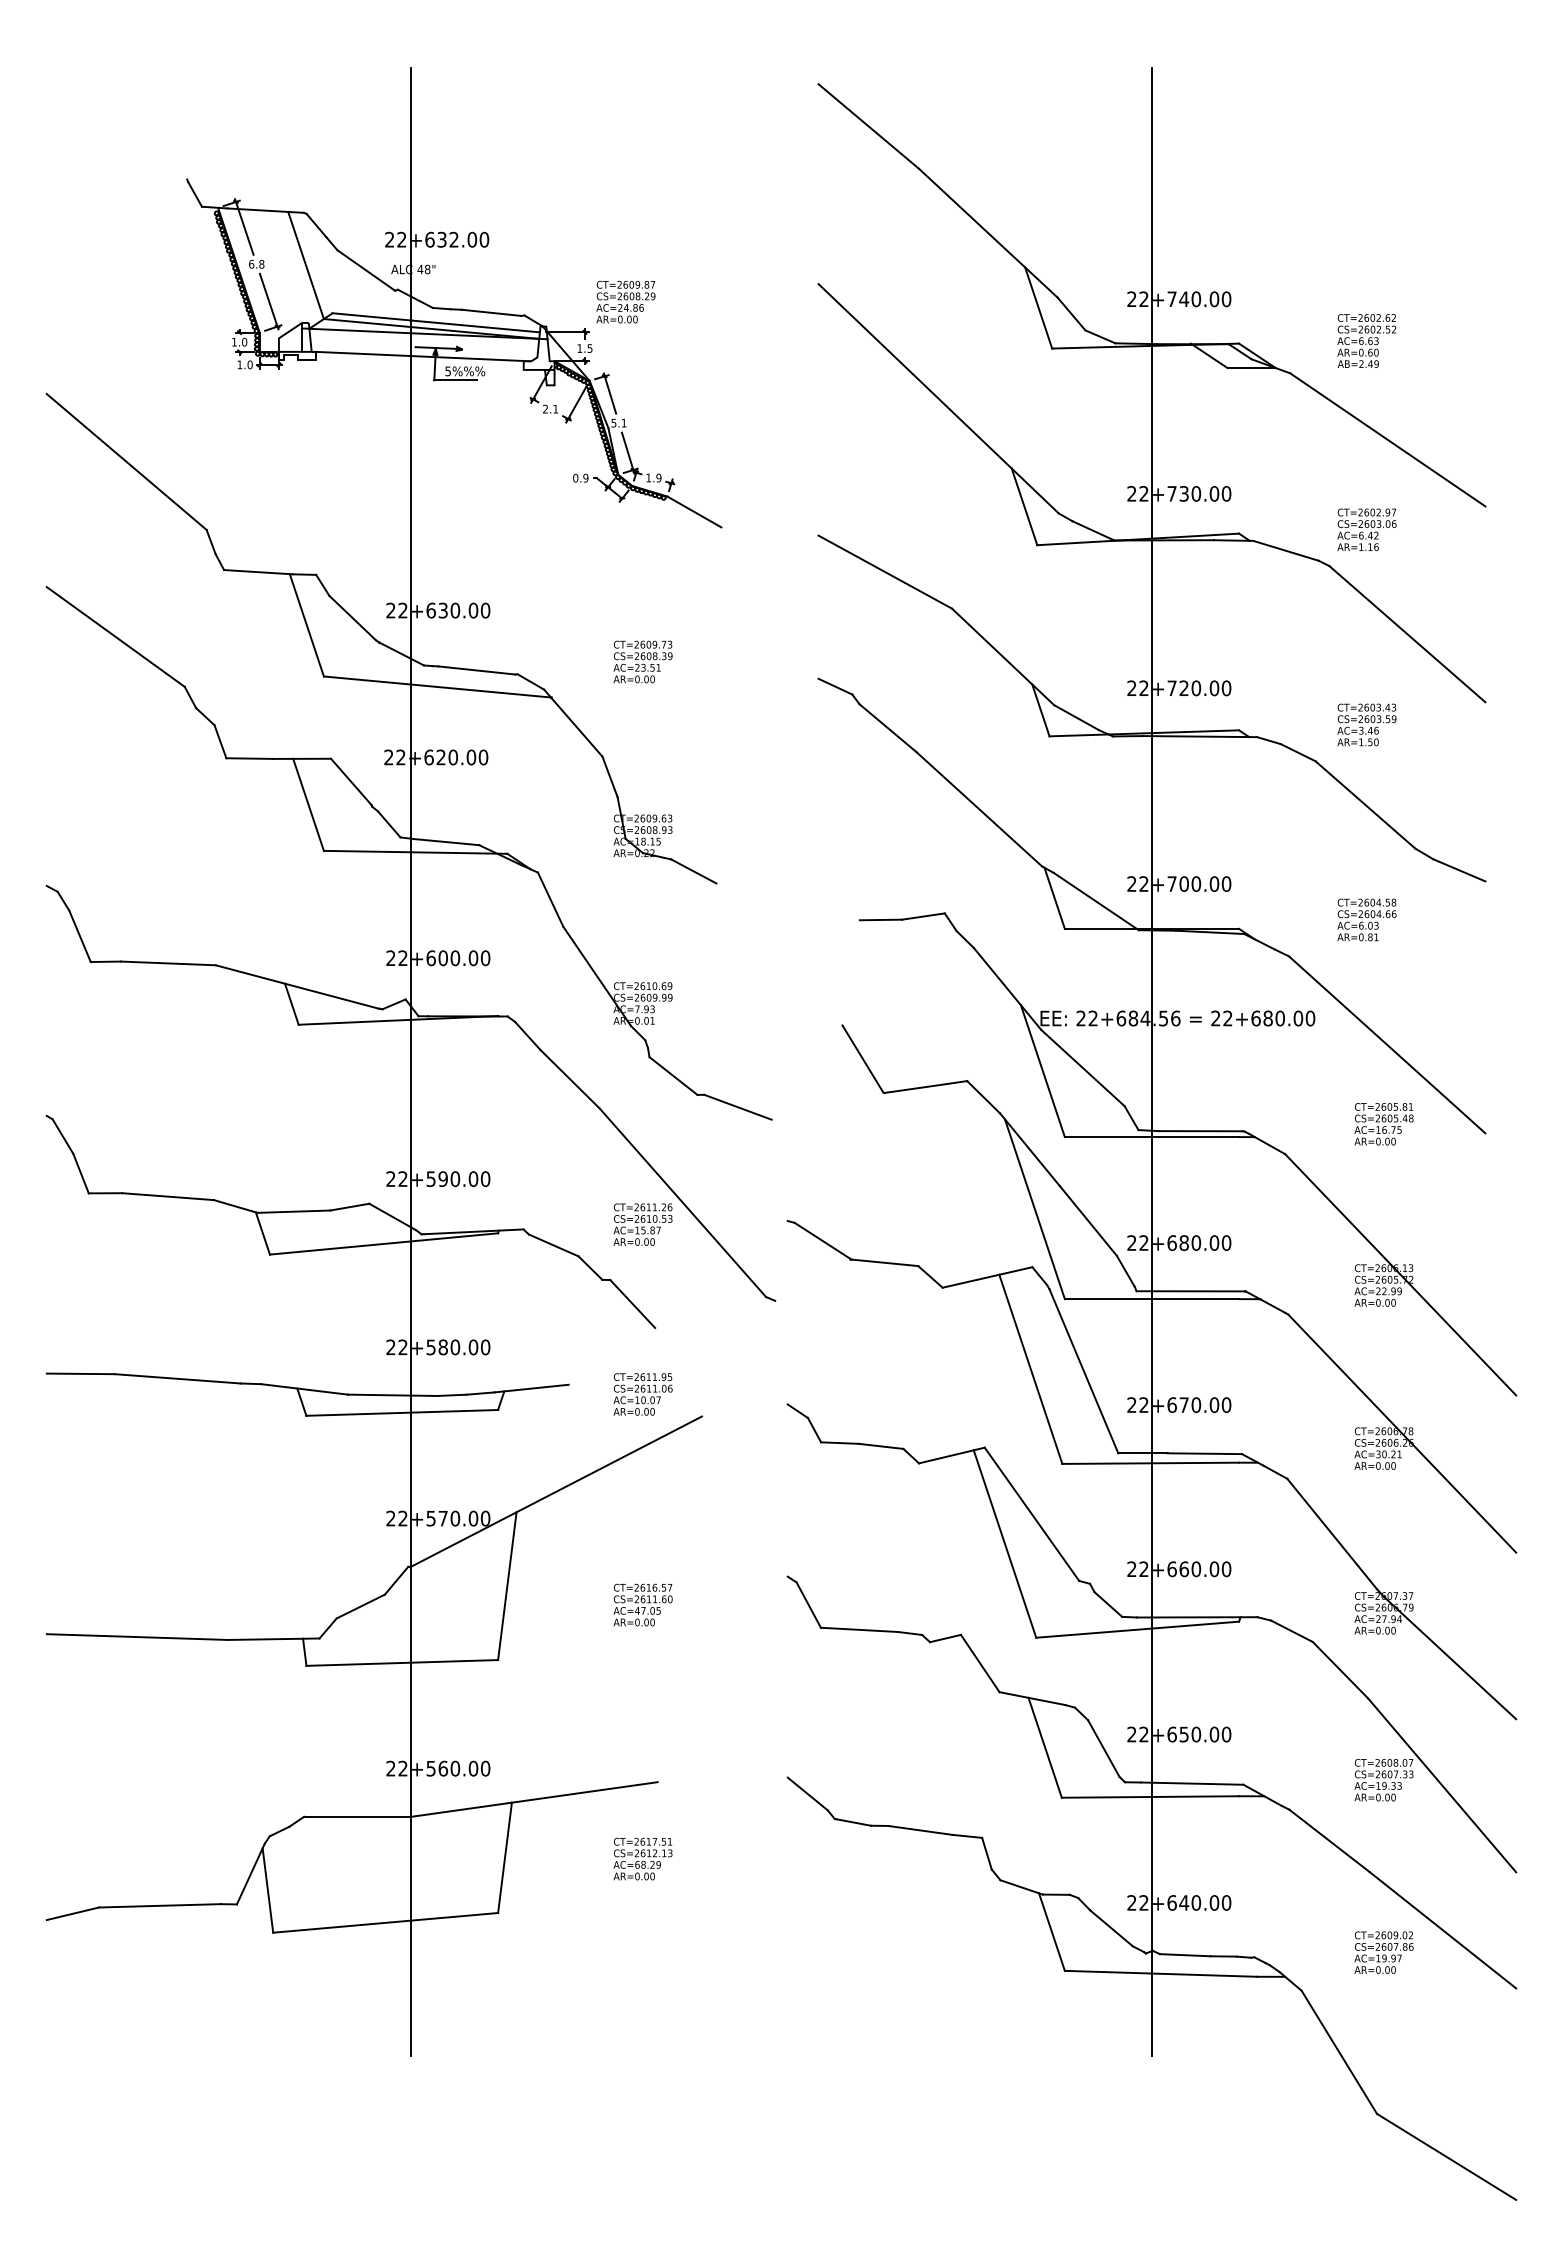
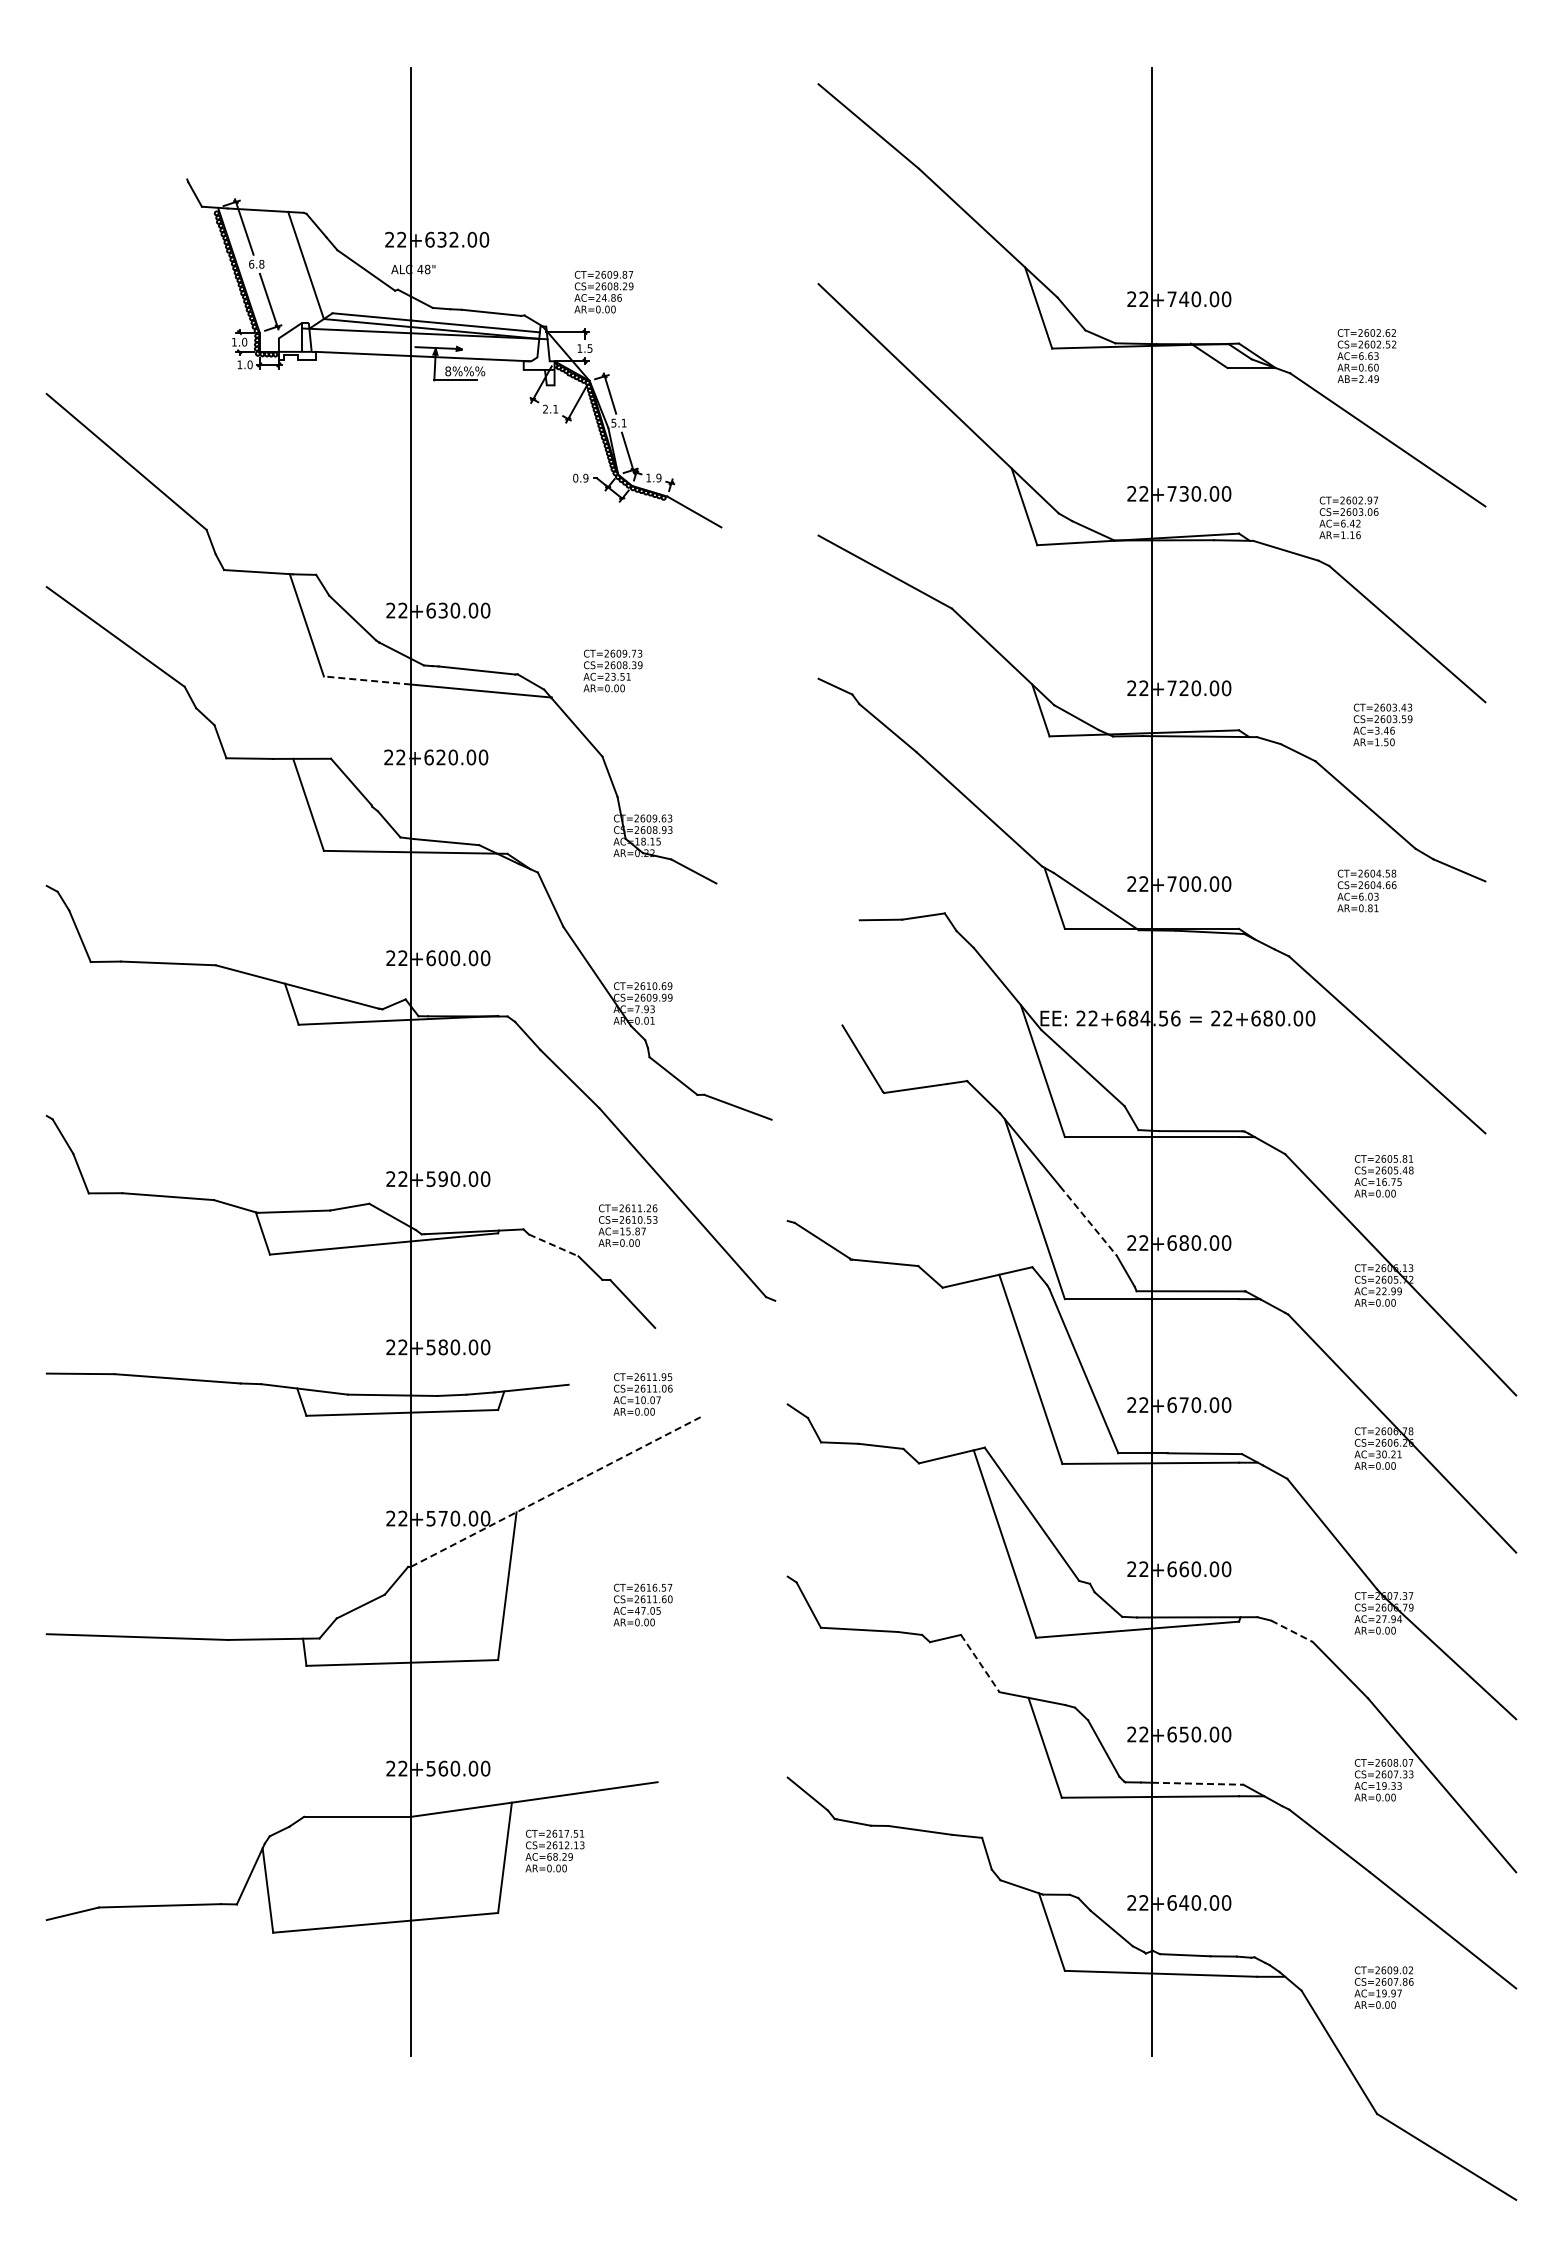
text at (625, 301) position: (625, 301) -> (603, 291)
text at (1366, 340) position: (1366, 340) -> (1366, 355)
text at (448, 371): 5%%% -> 8%%%
text at (1366, 529) position: (1366, 529) -> (1348, 517)
text at (642, 661) position: (642, 661) -> (612, 670)
line at (367, 680): solid -> dashed
text at (1366, 724) position: (1366, 724) -> (1382, 724)
text at (1366, 919) position: (1366, 919) -> (1366, 890)
text at (1383, 1124) position: (1383, 1124) -> (1383, 1176)
line at (1088, 1221): solid -> dashed
text at (642, 1224) position: (642, 1224) -> (627, 1225)
line at (554, 1245): solid -> dashed
line at (556, 1491): solid -> dashed
line at (1292, 1631): solid -> dashed
line at (980, 1663): solid -> dashed
line at (1197, 1783): solid -> dashed
text at (642, 1858) position: (642, 1858) -> (554, 1850)
text at (1383, 1952) position: (1383, 1952) -> (1383, 1987)
